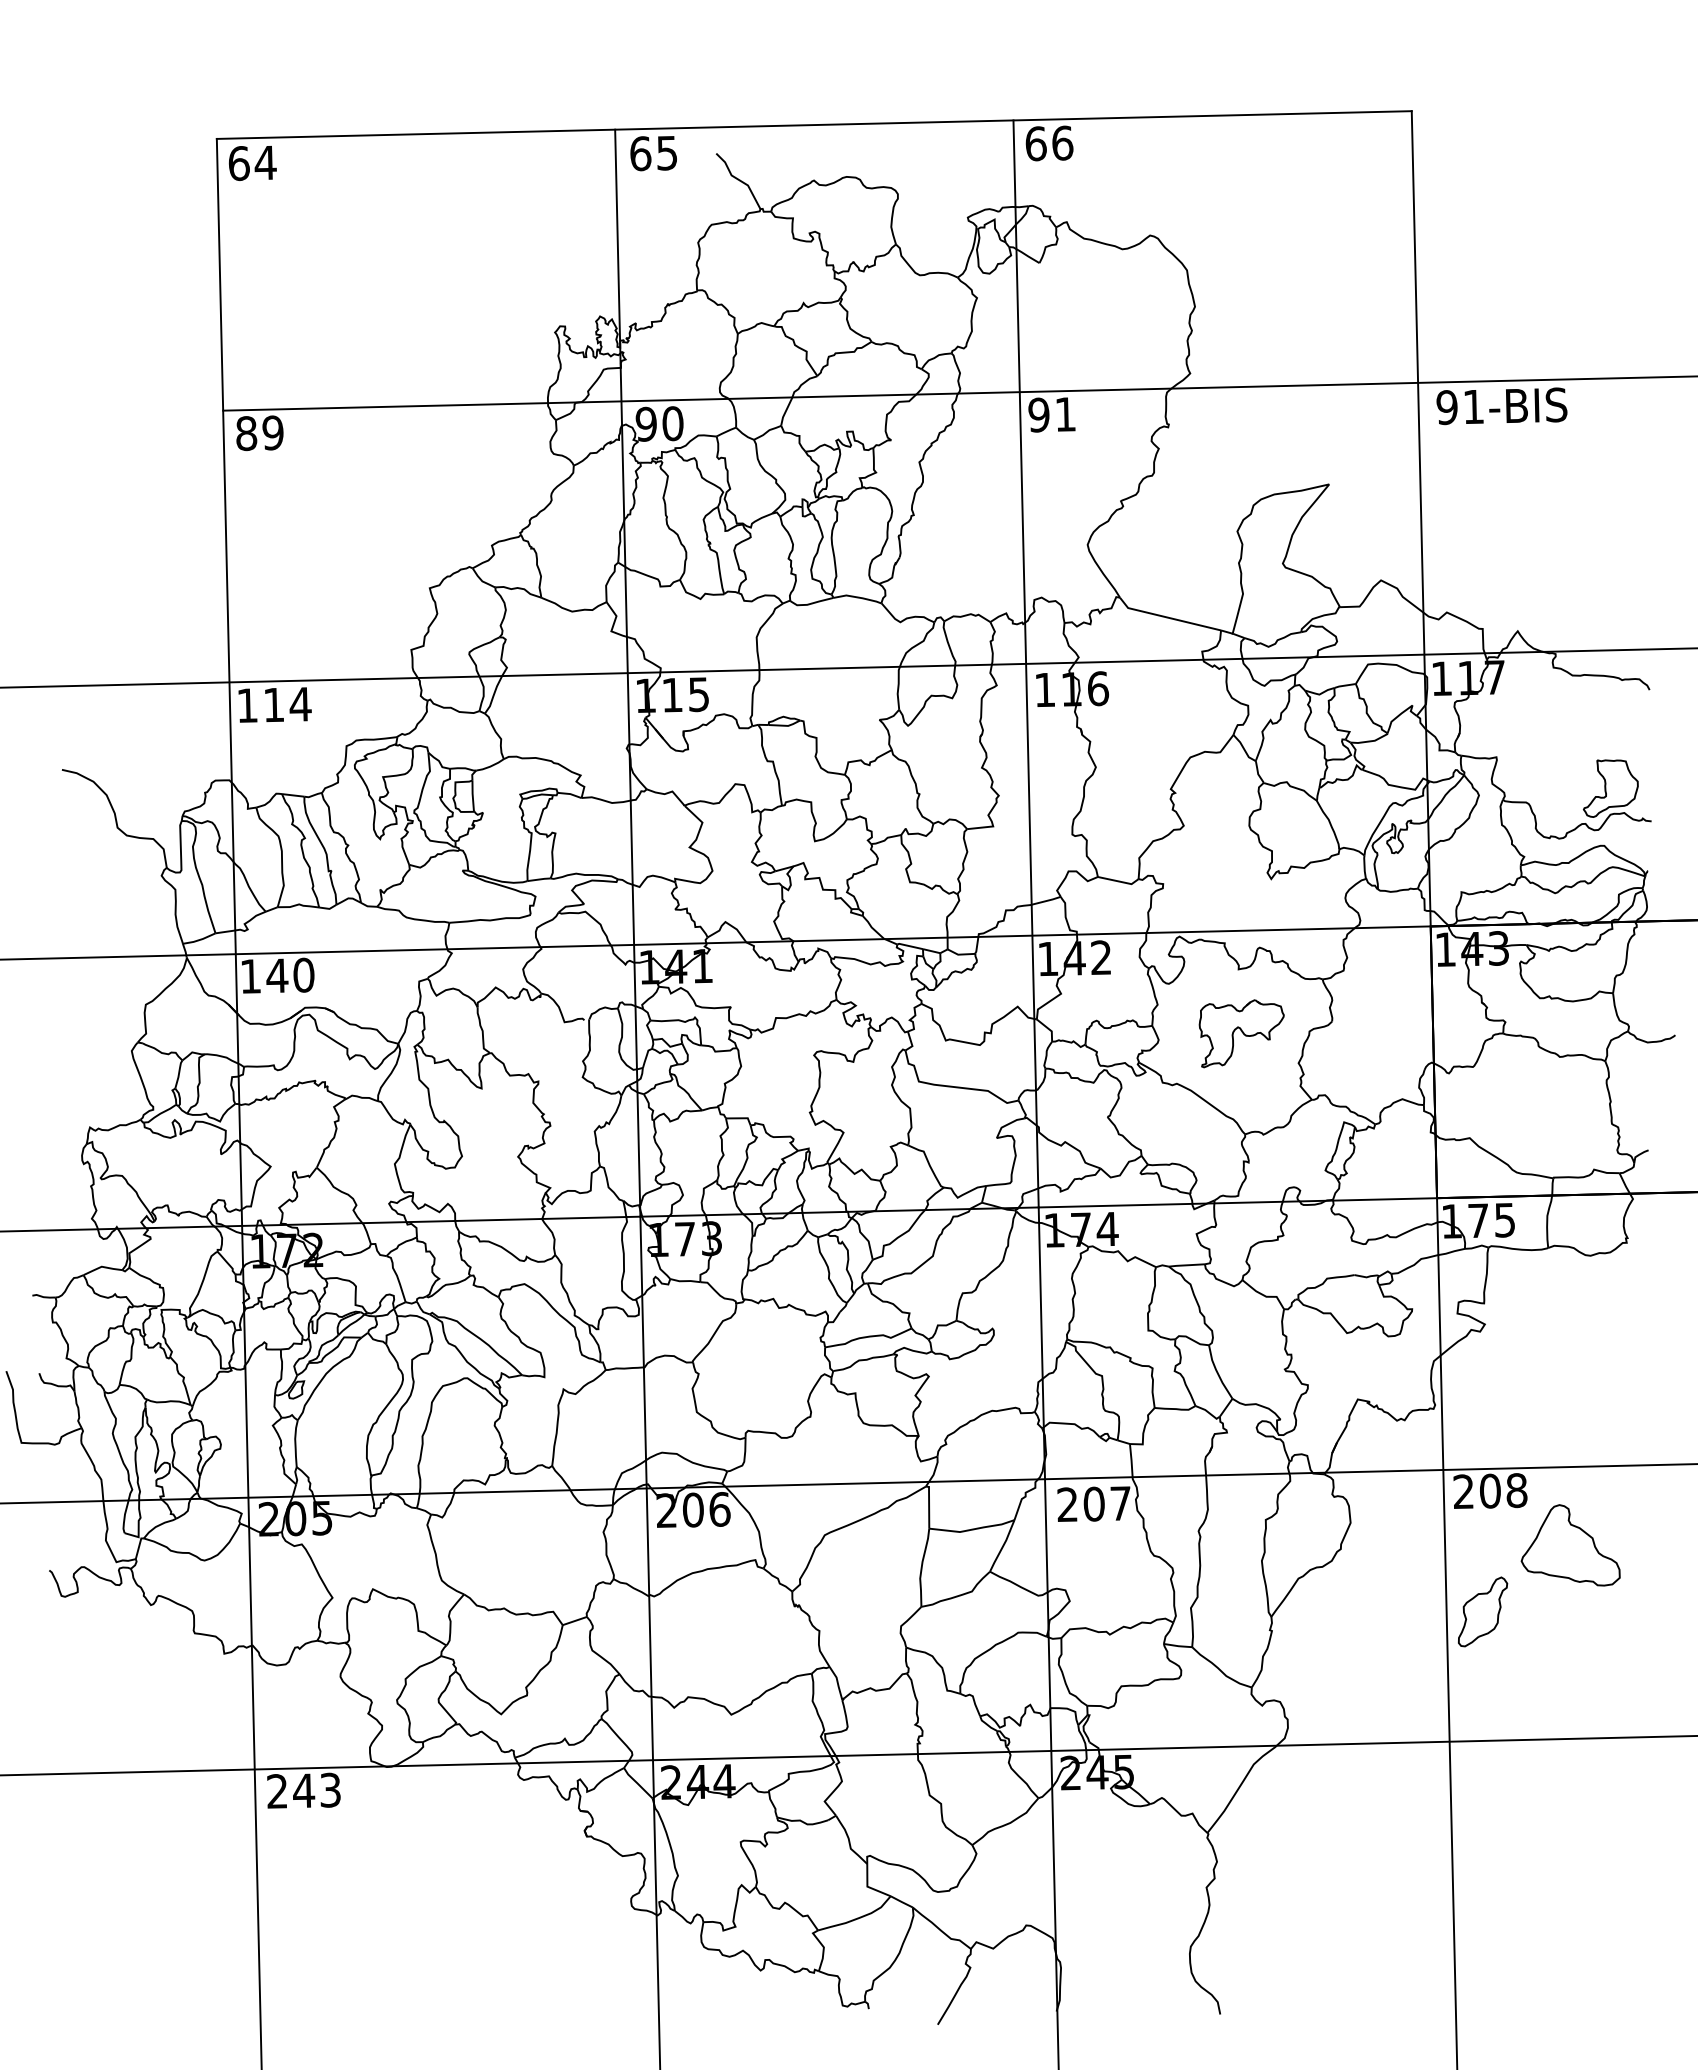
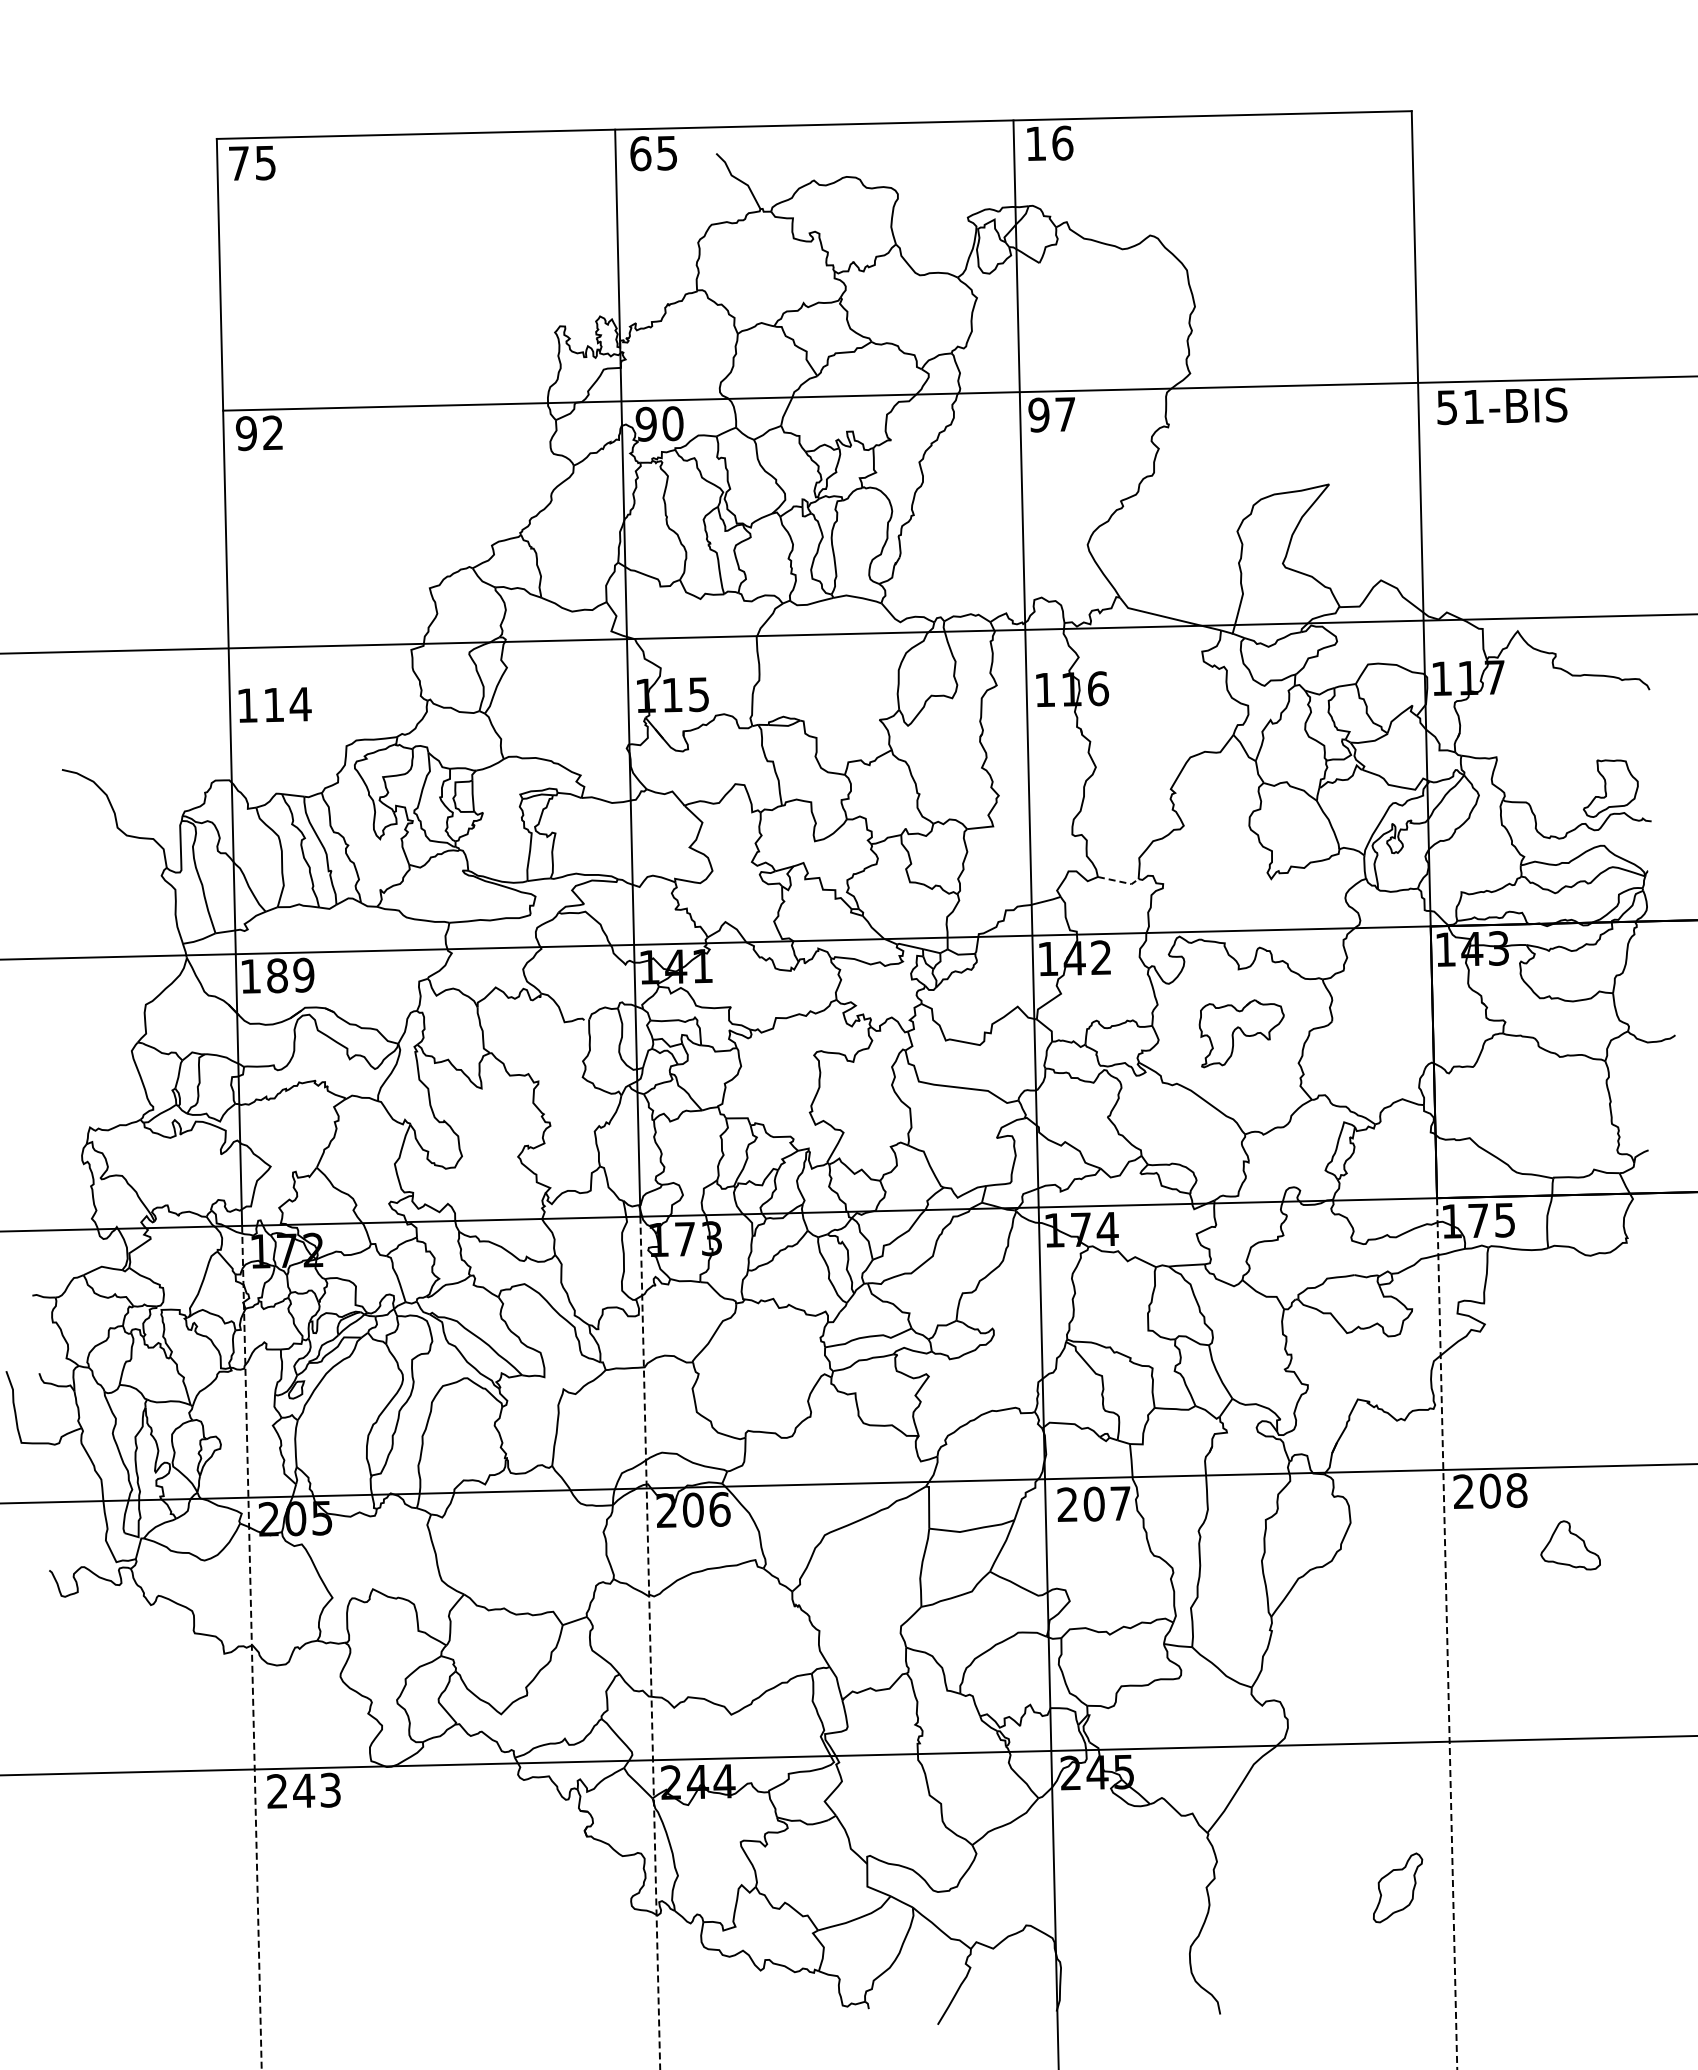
text at (1035, 143): 66 -> 16
text at (252, 163): 64 -> 75
text at (1446, 407): 91-BIS -> 51-BIS
text at (1065, 414): 91 -> 97
text at (259, 433): 89 -> 92
line at (848, 667) position: (848, 667) -> (848, 633)
line at (1120, 881): solid -> dashed
text at (290, 975): 140 -> 189
part at (1570, 1545) size: 101x83 px -> 61x51 px
part at (1483, 1611) position: (1483, 1611) -> (1398, 1887)
line at (1447, 1633): solid -> dashed
line at (650, 1643): solid -> dashed
line at (251, 1647): solid -> dashed
